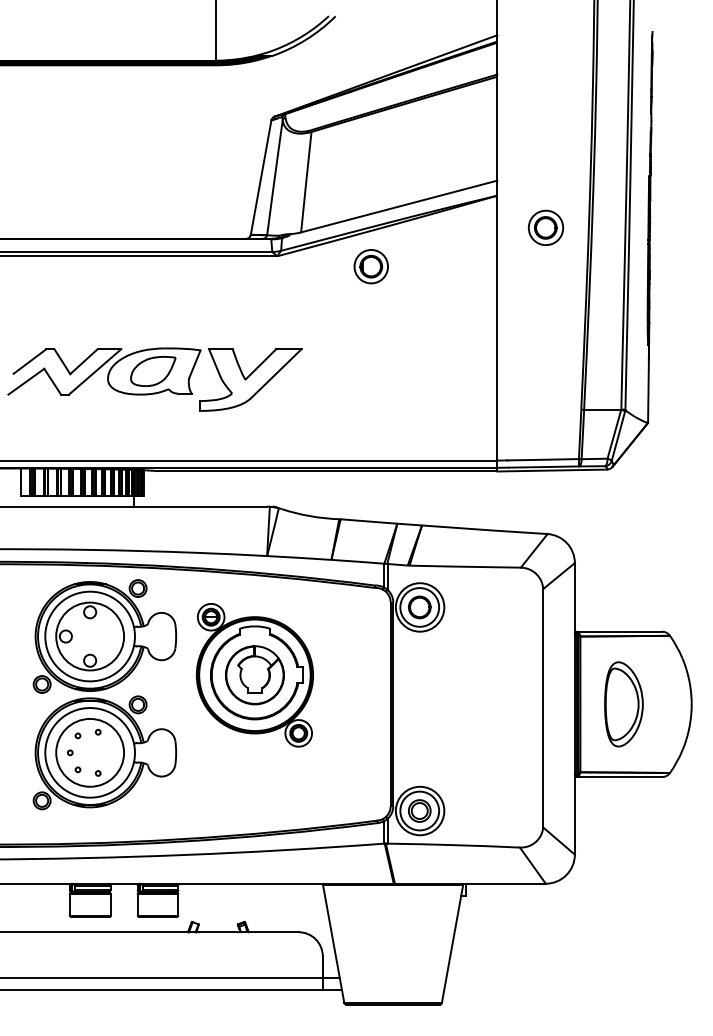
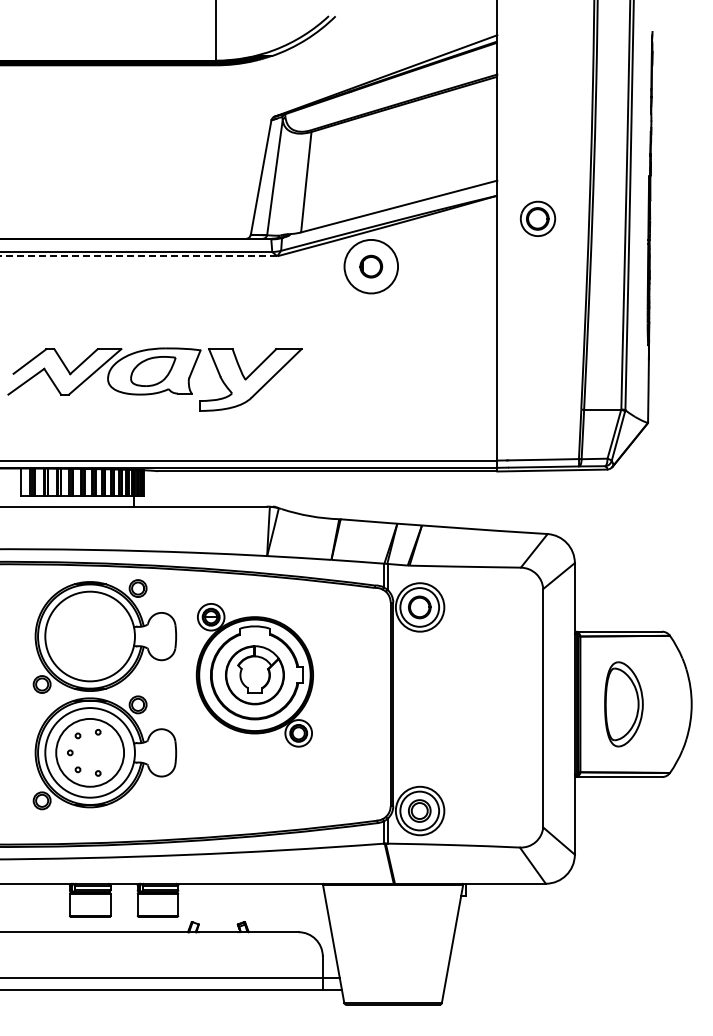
part at (546, 227) position: (546, 227) -> (538, 218)
line at (138, 256): solid -> dashed
circle at (371, 266) diameter: 33 px -> 54 px
part at (89, 636): present -> none
